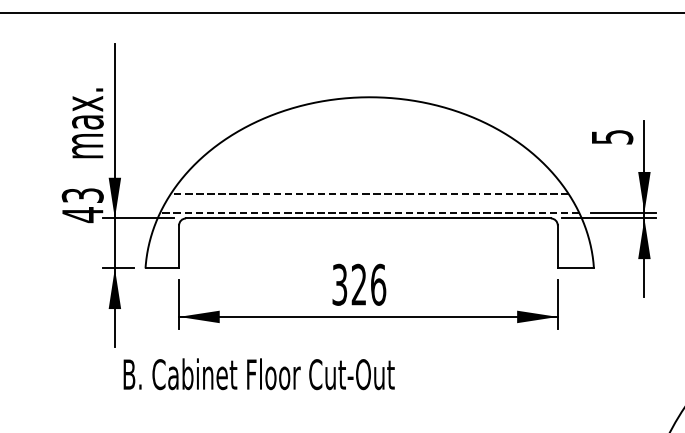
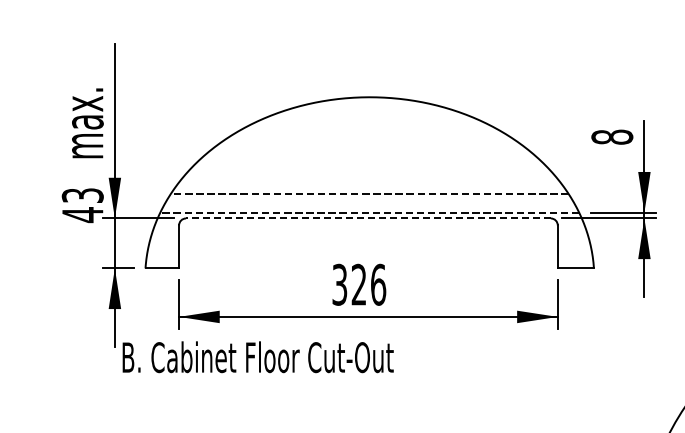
line at (341, 13): present -> none
text at (612, 136): 5 -> 8
line at (367, 218): solid -> dashed
text at (258, 374) position: (258, 374) -> (257, 357)
